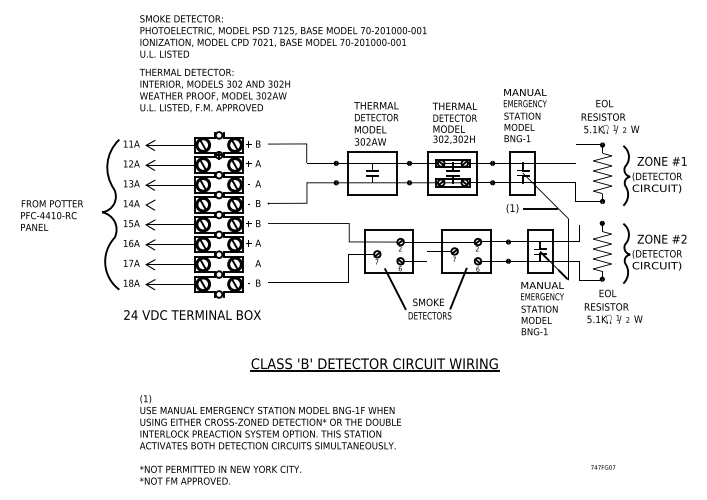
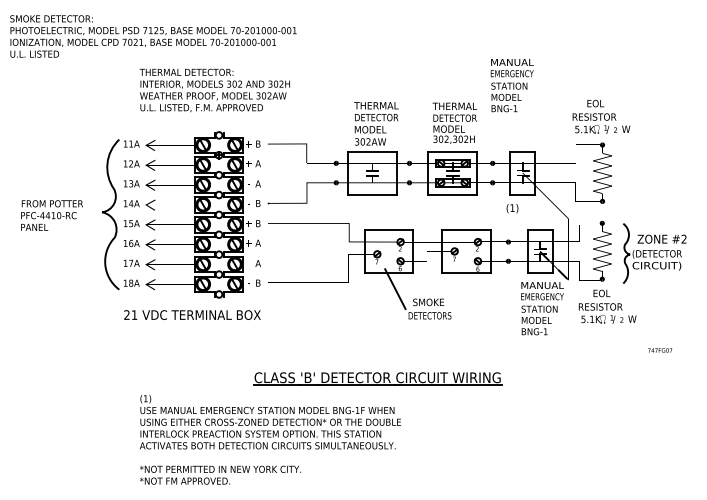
text at (283, 36) position: (283, 36) -> (153, 36)
text at (524, 115) position: (524, 115) -> (511, 85)
text at (610, 116) position: (610, 116) -> (601, 116)
part at (654, 175): present -> none
line at (540, 208): present -> none
line at (458, 288): present -> none
text at (613, 306) position: (613, 306) -> (607, 306)
text at (134, 314): 24 -> 21
part at (374, 364) position: (374, 364) -> (377, 378)
text at (603, 467) position: (603, 467) -> (660, 350)
